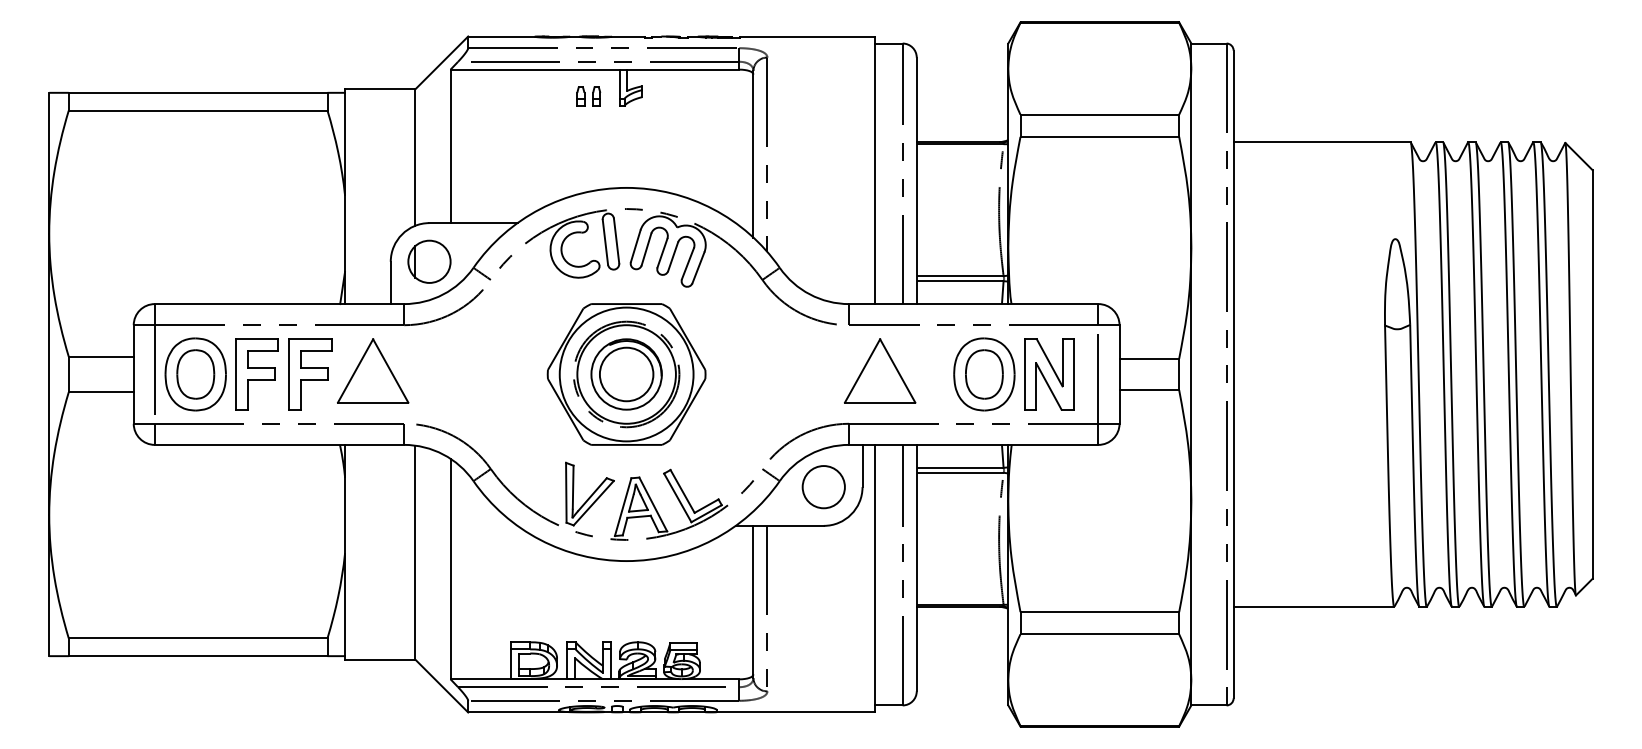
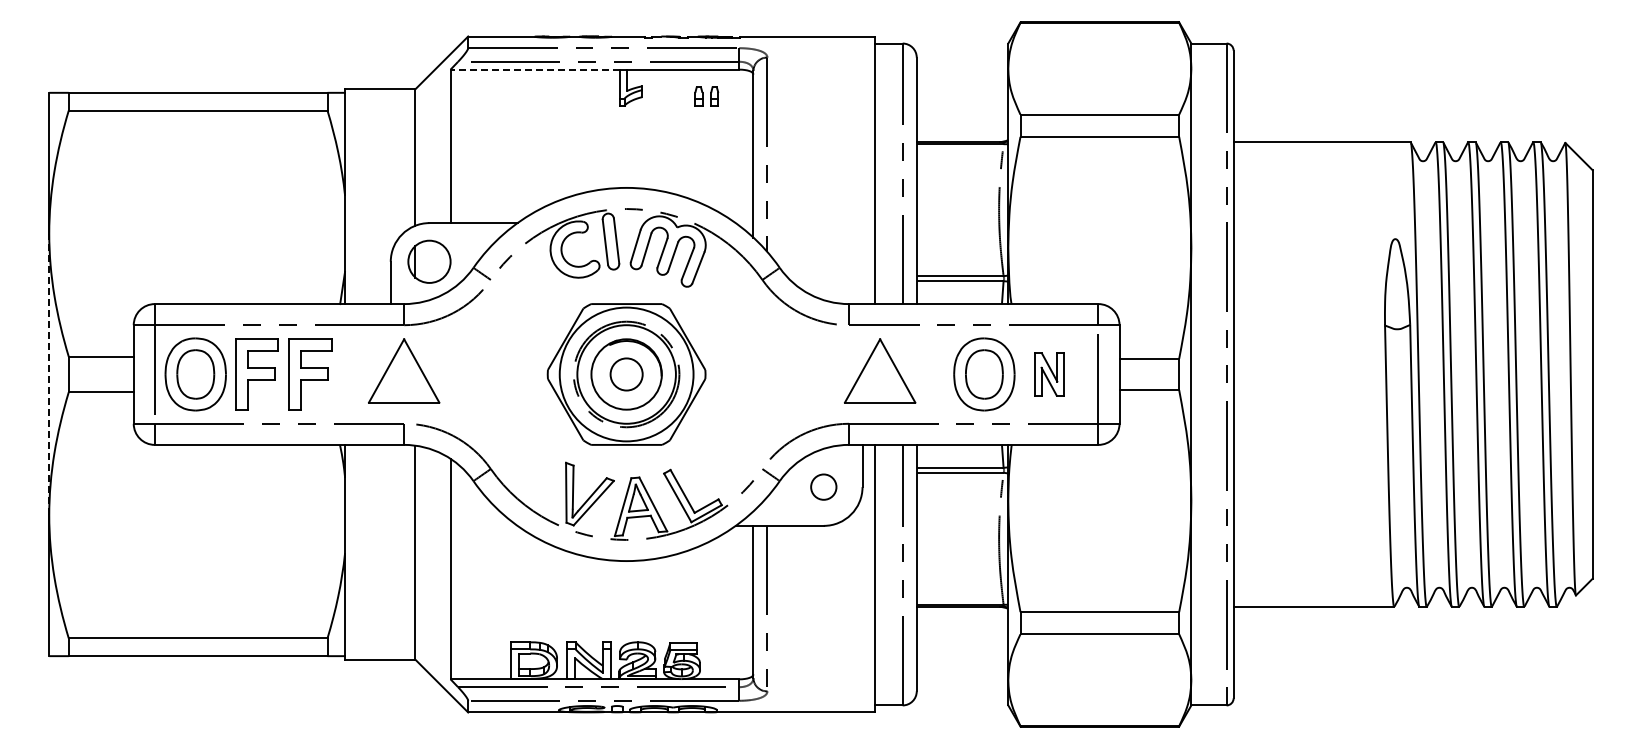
line at (535, 69): solid -> dashed
part at (588, 96) position: (588, 96) -> (706, 96)
part at (373, 370) position: (373, 370) -> (404, 370)
line at (49, 374): solid -> dashed
circle at (626, 374) diameter: 54 px -> 32 px
part at (1049, 374) size: 51x73 px -> 31x45 px
circle at (823, 487) diameter: 42 px -> 25 px
